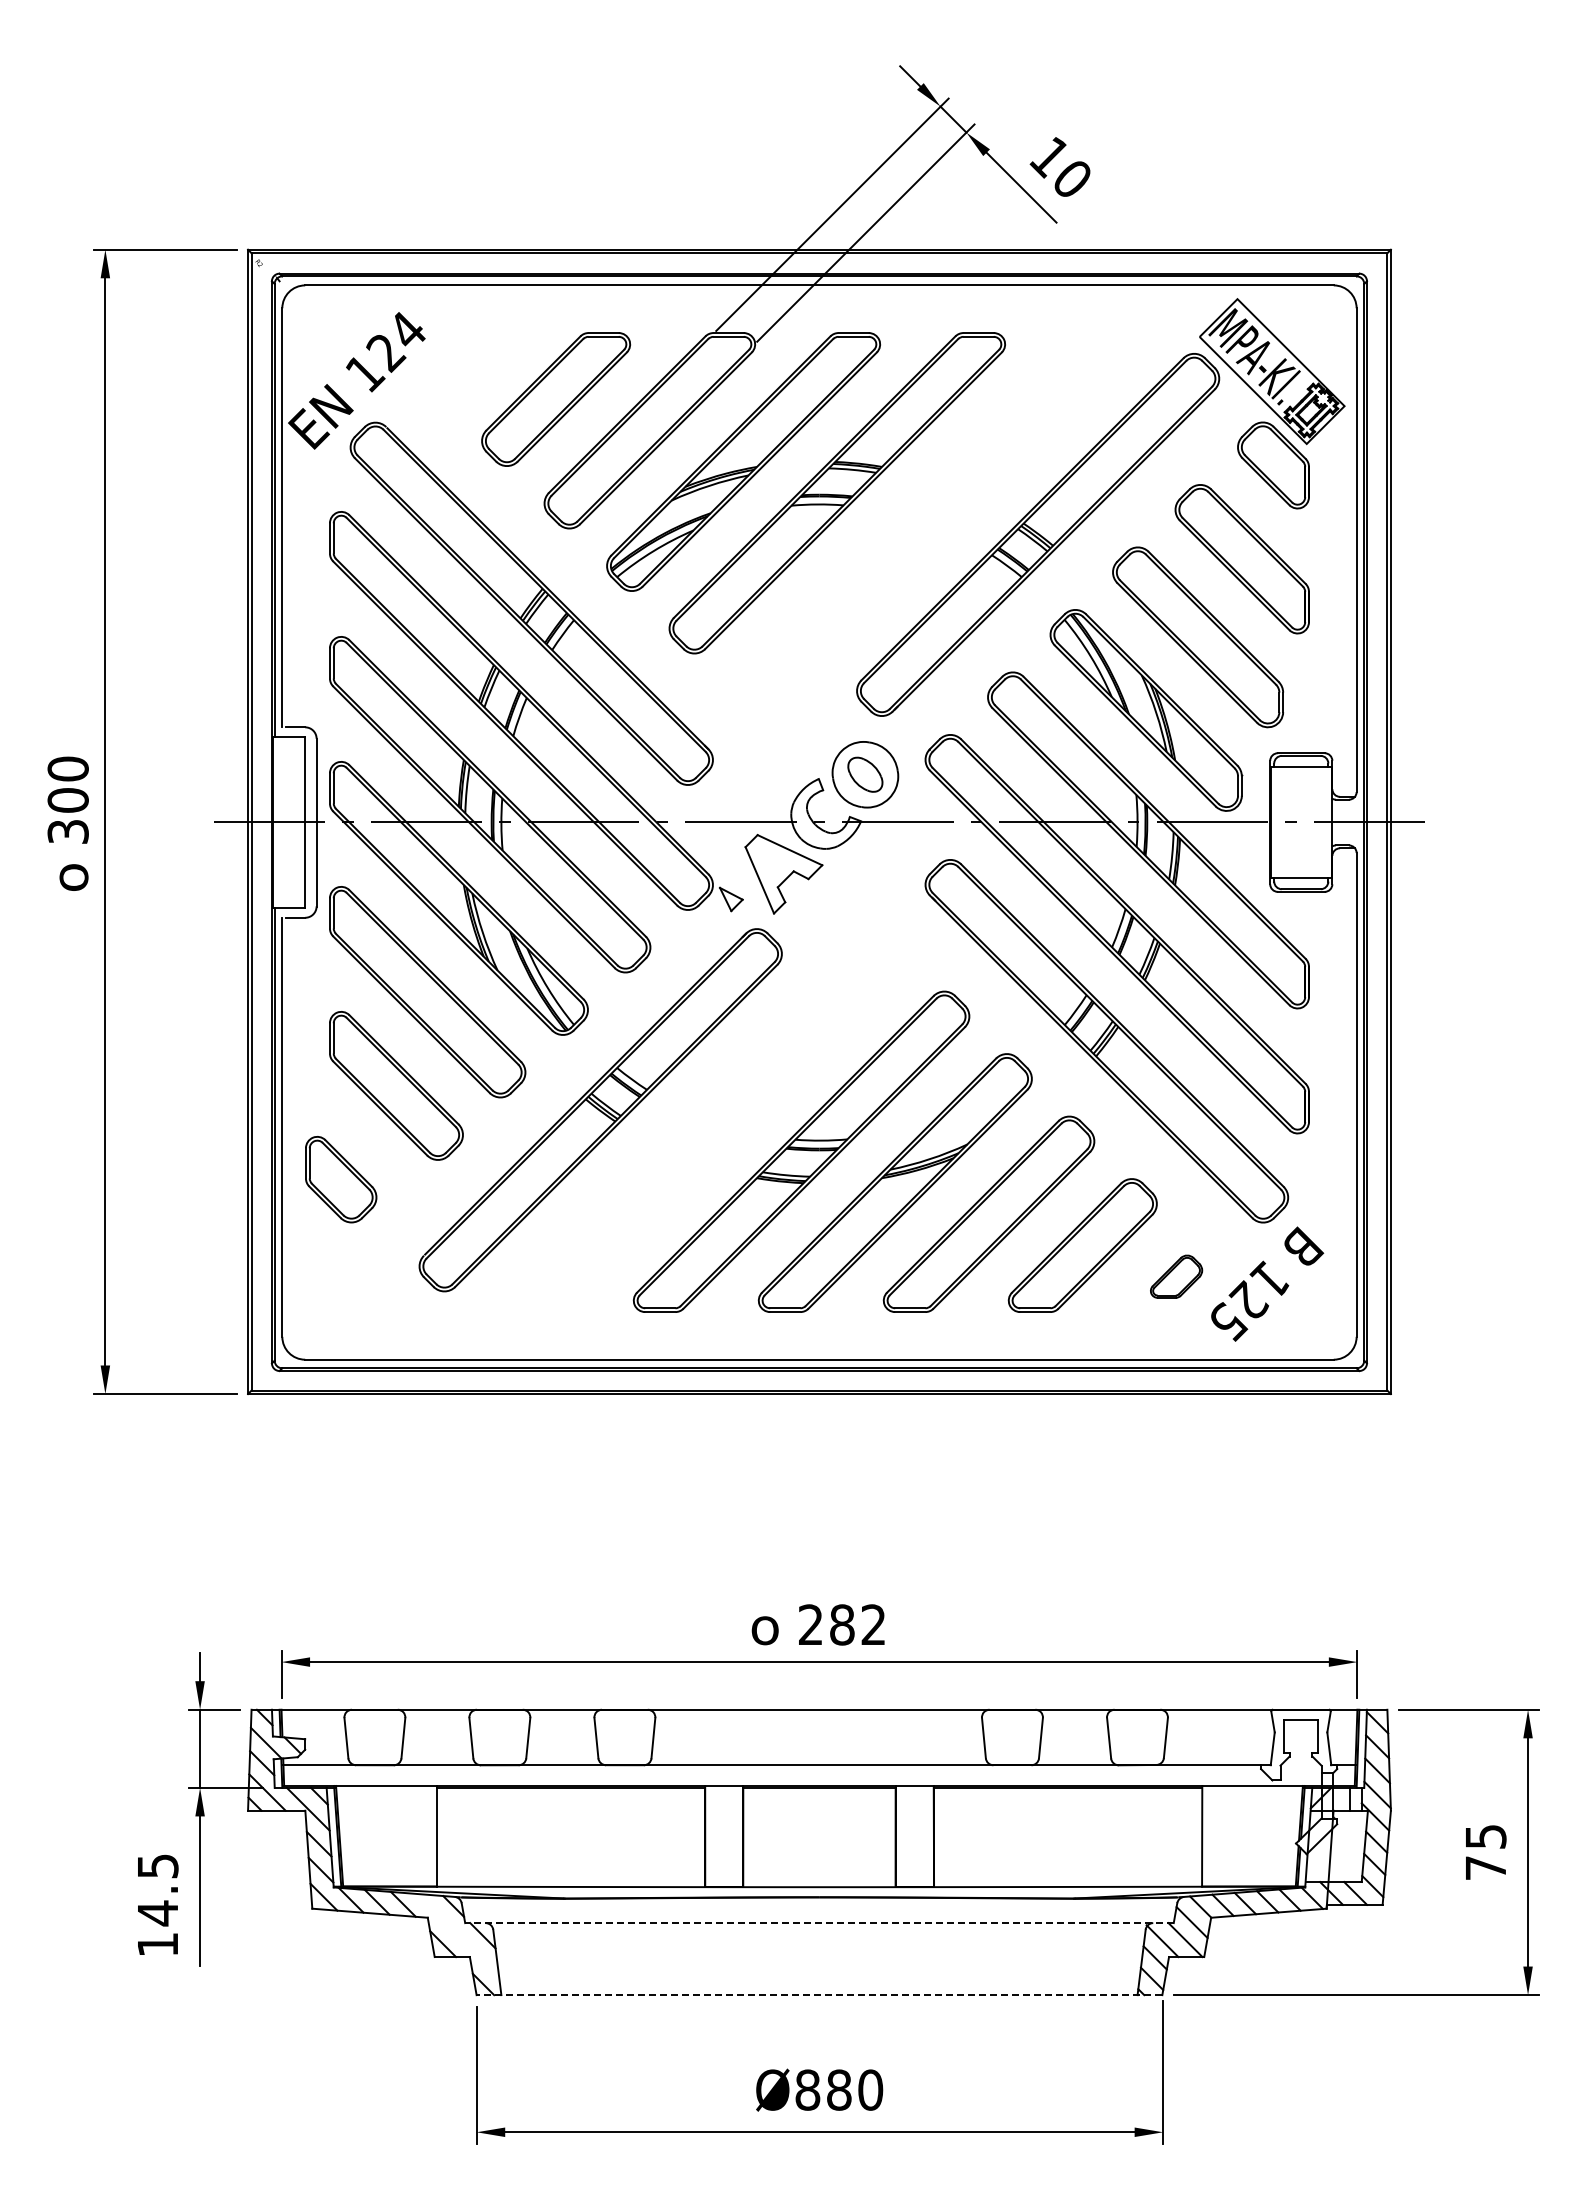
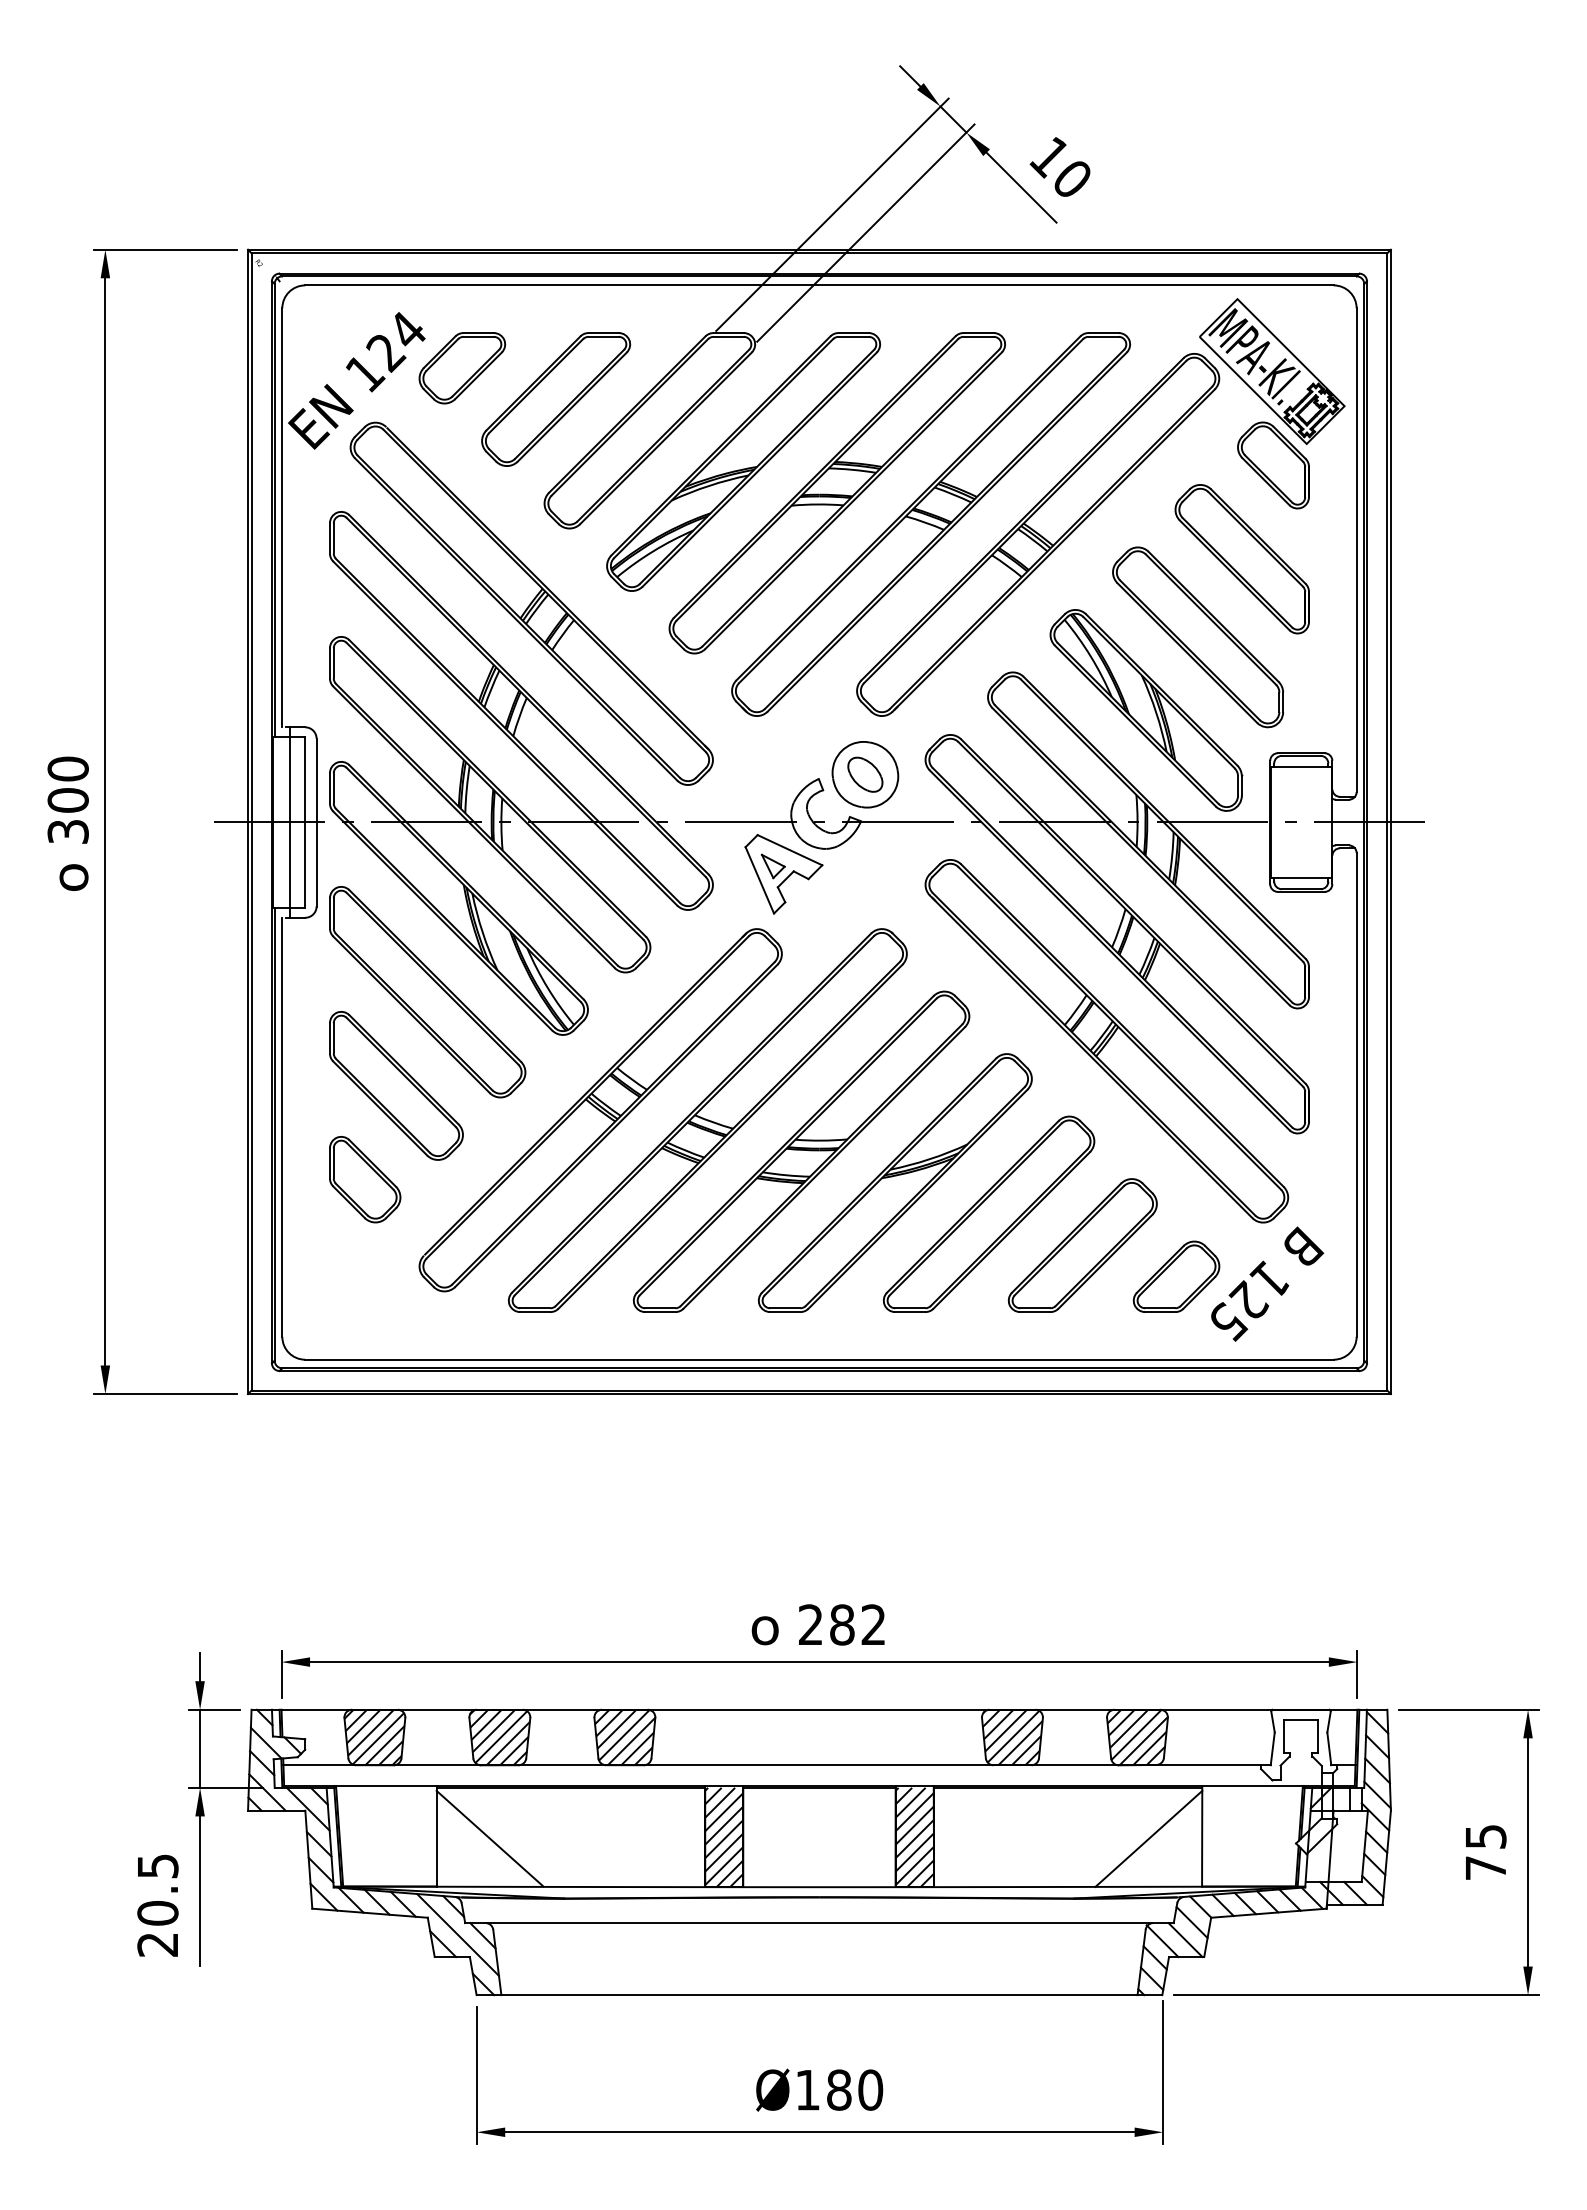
part at (462, 368): none -> present
part at (930, 524): none -> present
line at (289, 822): none -> present
part at (731, 899) position: (731, 899) -> (773, 866)
part at (707, 1120): none -> present
part at (341, 1179) position: (341, 1179) -> (365, 1179)
part at (1176, 1276) size: 54x45 px -> 89x73 px
hatch at (374, 1737): none -> present
hatch at (499, 1737): none -> present
hatch at (625, 1737): none -> present
hatch at (1012, 1737): none -> present
hatch at (1137, 1737): none -> present
hatch at (724, 1836): none -> present
hatch at (914, 1836): none -> present
line at (489, 1838): none -> present
line at (1148, 1838): none -> present
line at (818, 1923): dashed -> solid
text at (157, 1928): 14.5 -> 20.5
line at (457, 1934): none -> present
line at (819, 1995): dashed -> solid
text at (807, 2089): Ø880 -> Ø180
